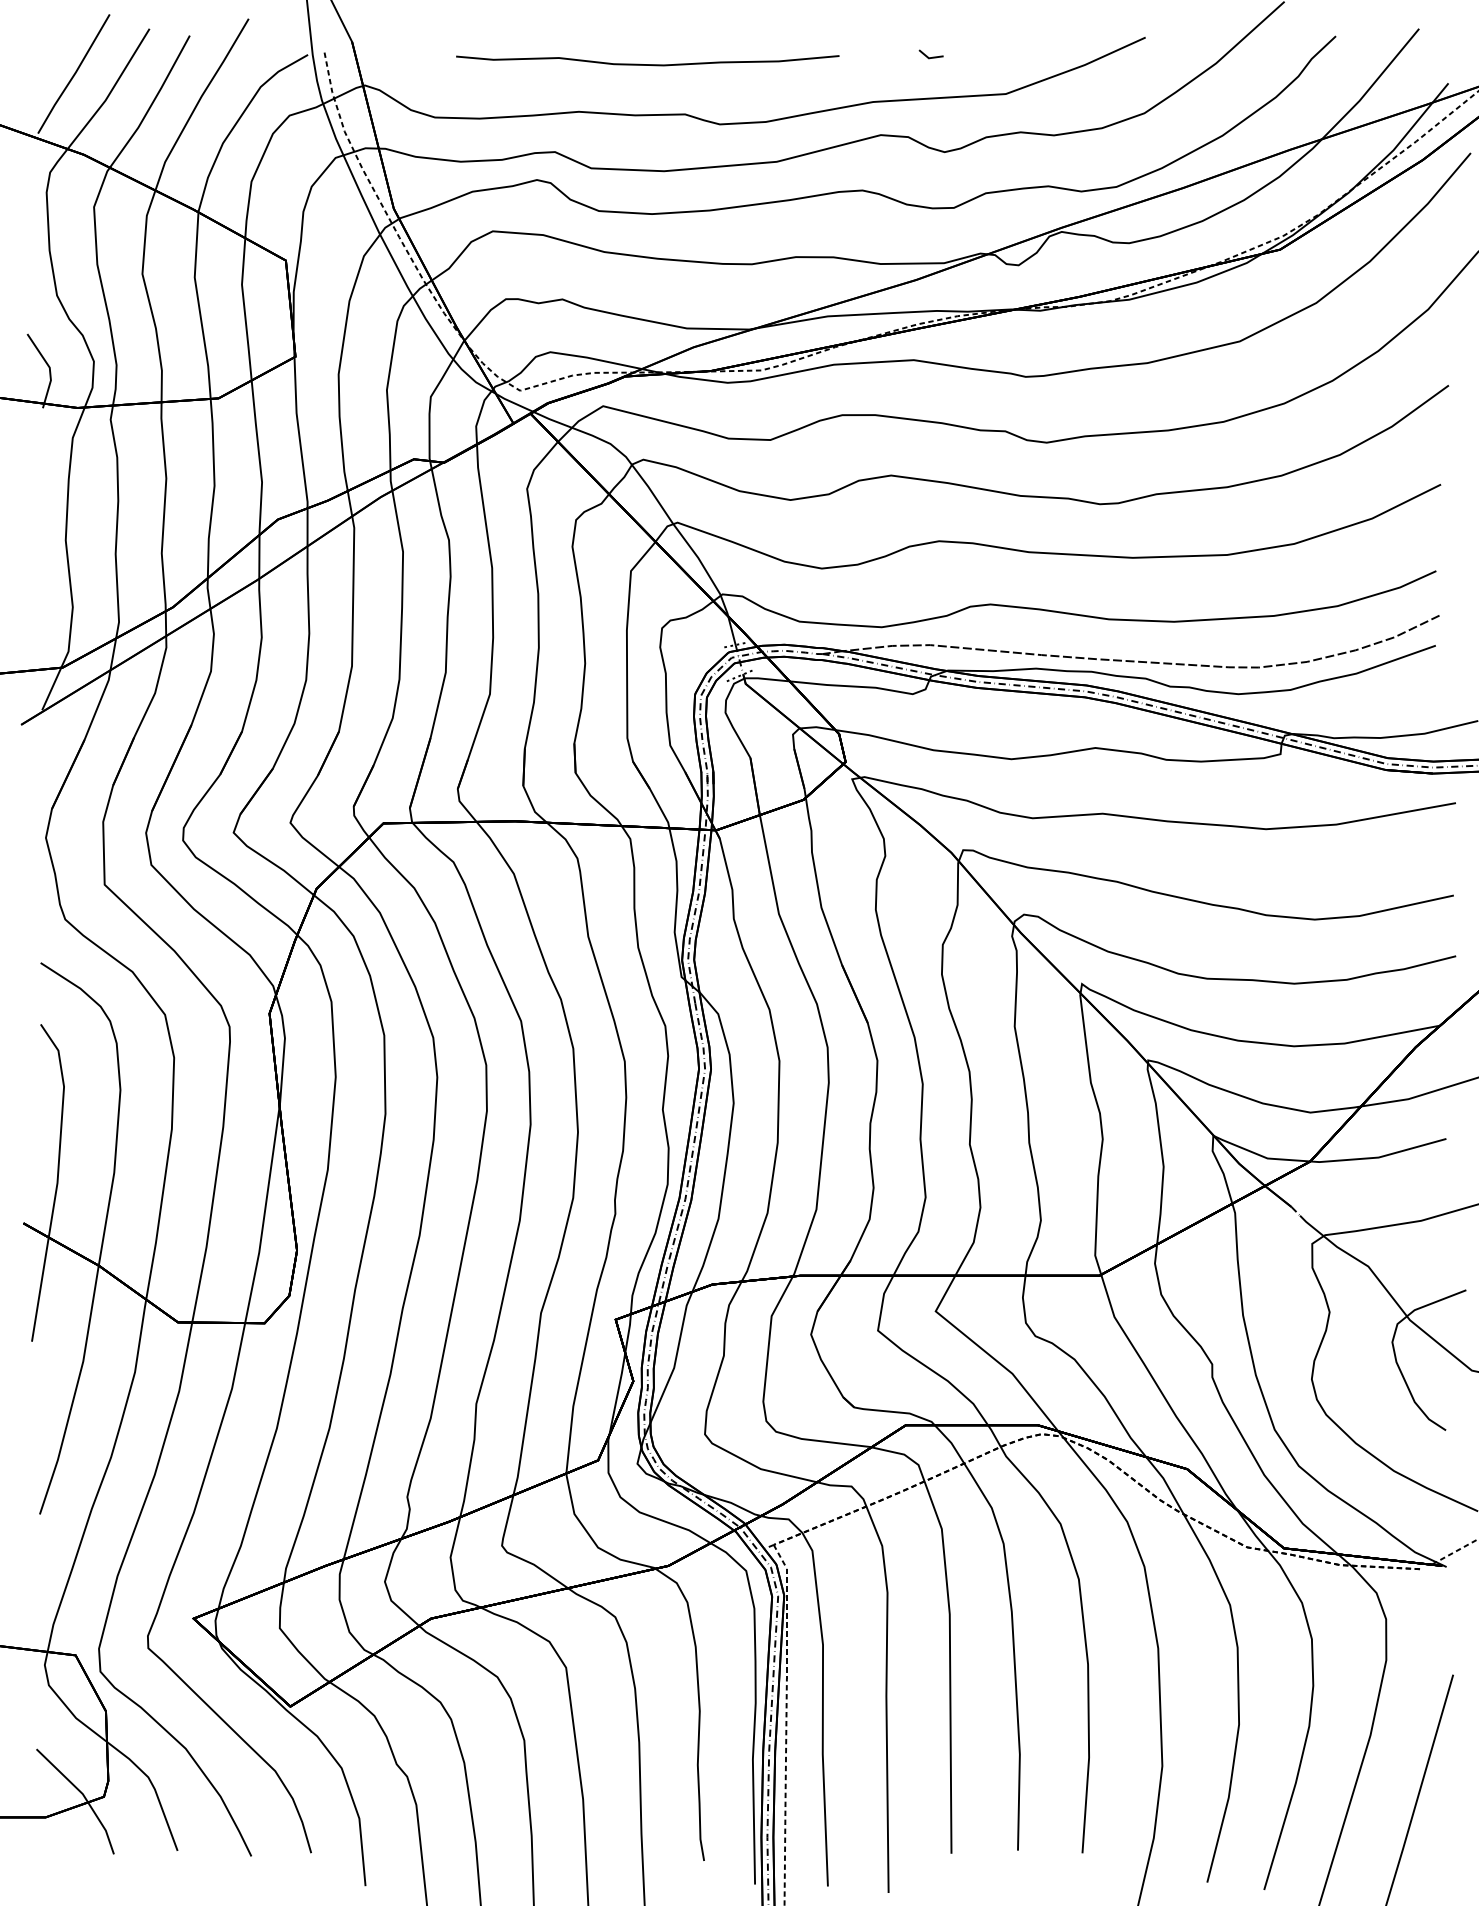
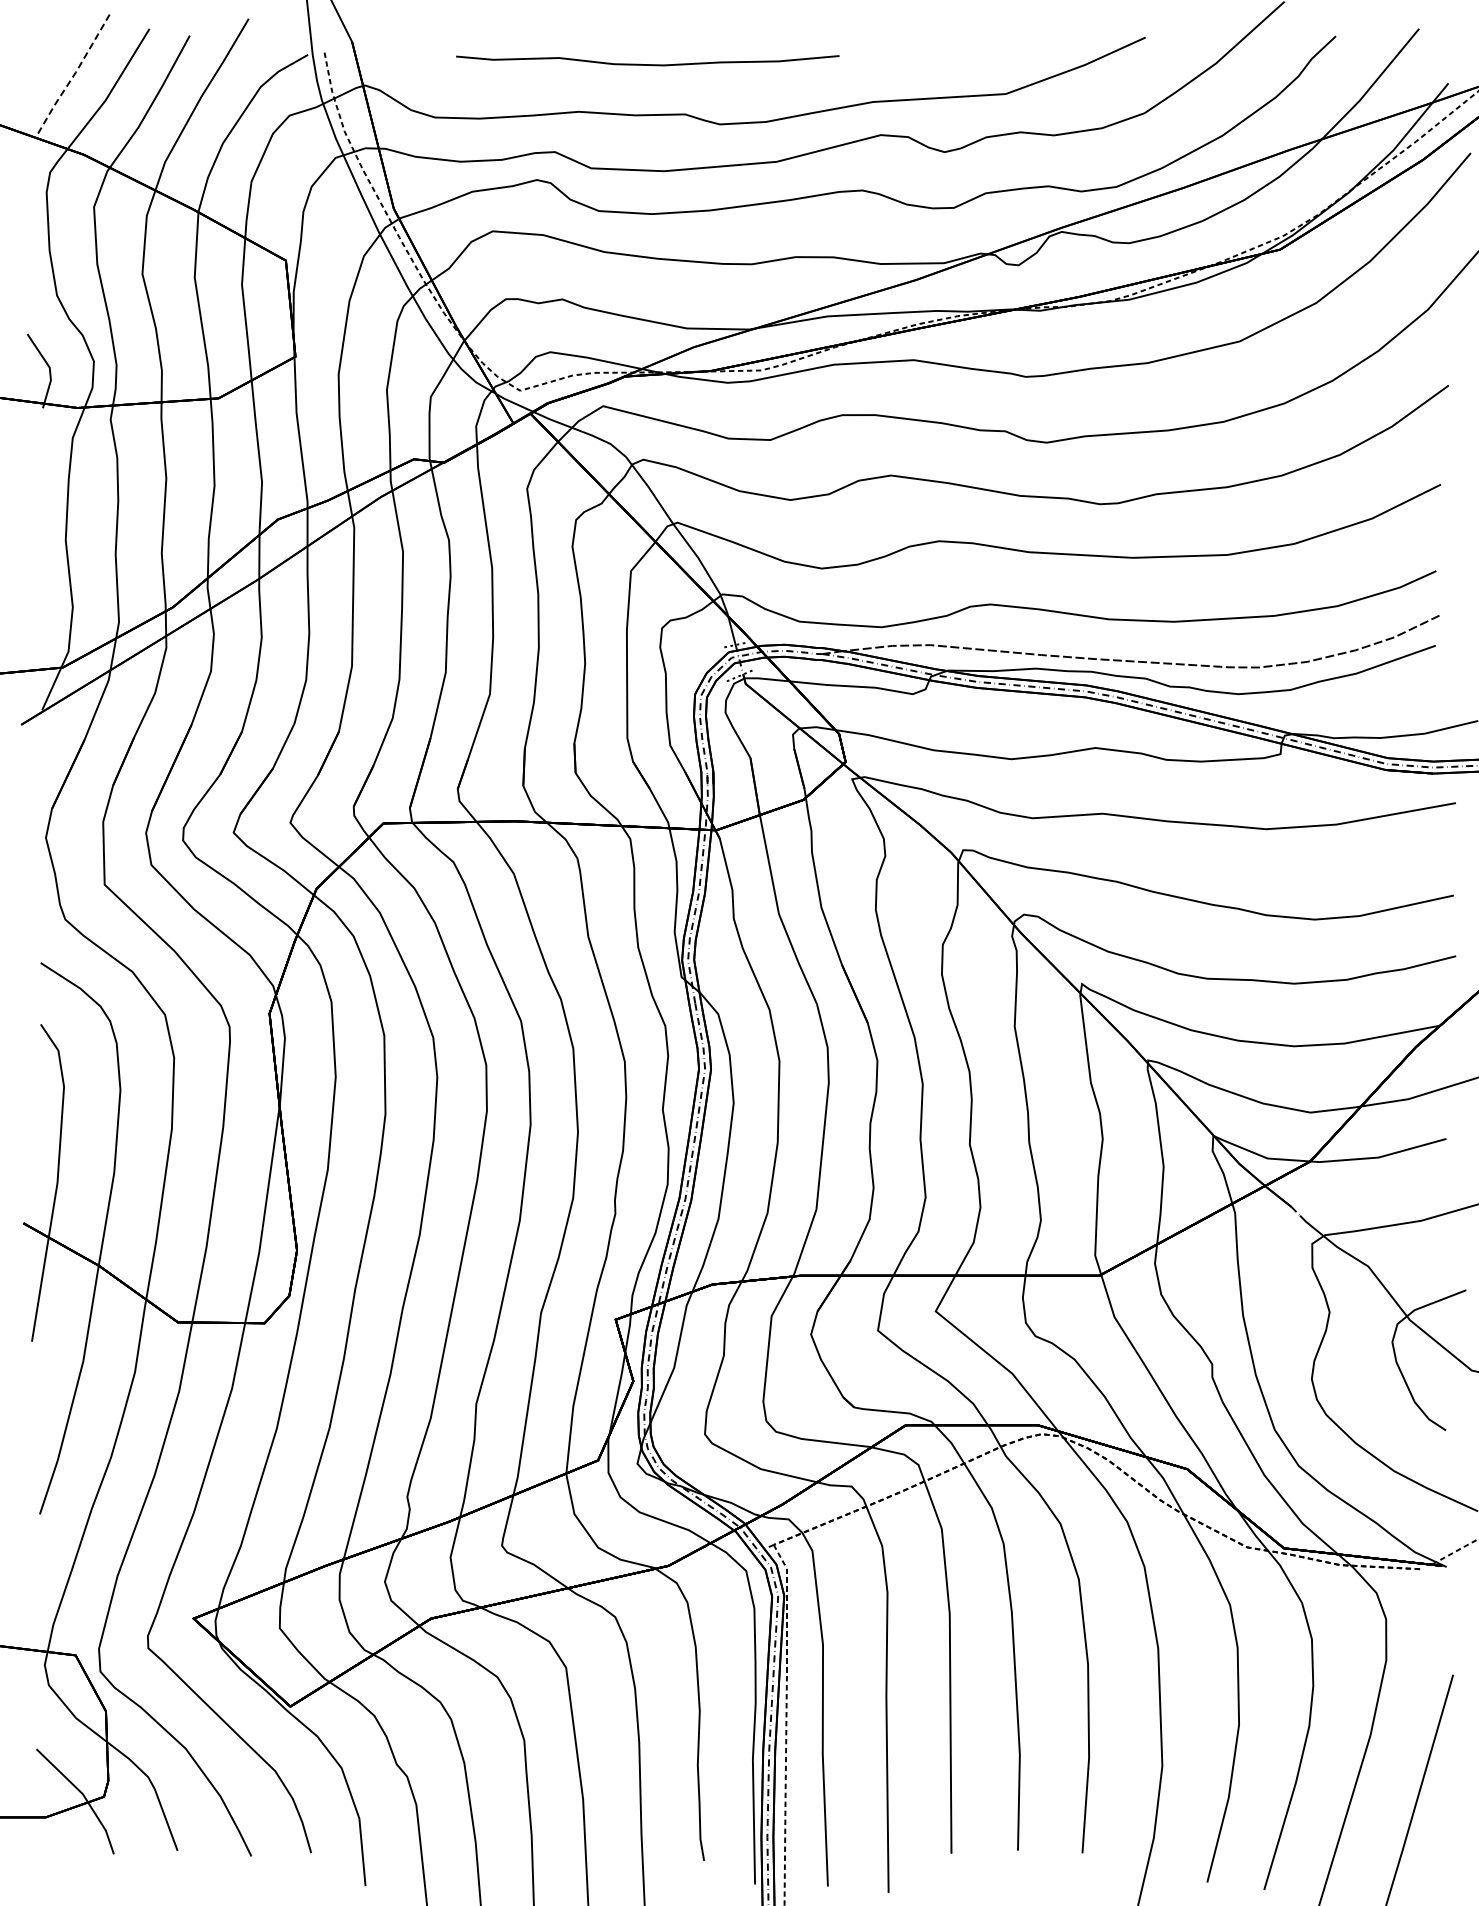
line at (928, 56): present -> none
line at (74, 74): solid -> dashed
